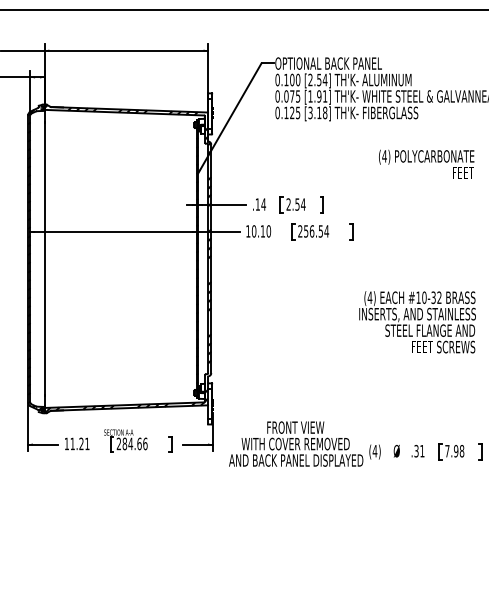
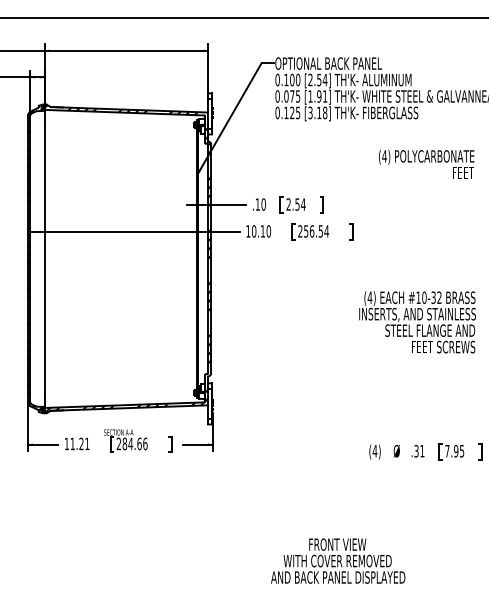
line at (243, 10) position: (243, 10) -> (243, 18)
text at (263, 204): .14 -> .10
text at (296, 443) position: (296, 443) -> (338, 560)
text at (461, 451): 7.98 -> 7.95
